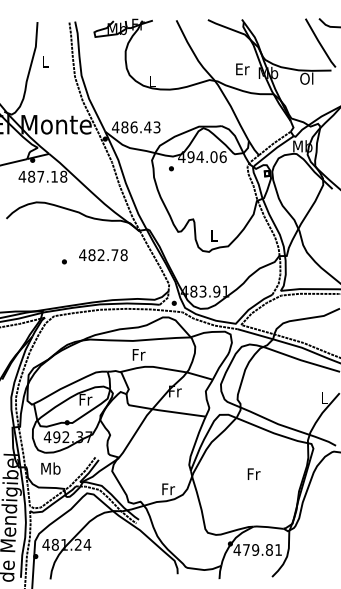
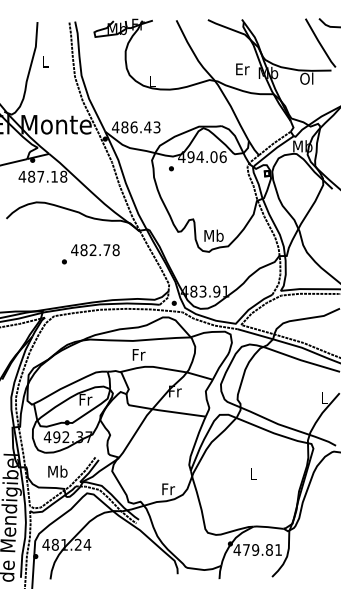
text at (213, 235): L -> Mb
text at (103, 255) position: (103, 255) -> (95, 250)
text at (50, 468) position: (50, 468) -> (57, 471)
text at (253, 473): Fr -> L
